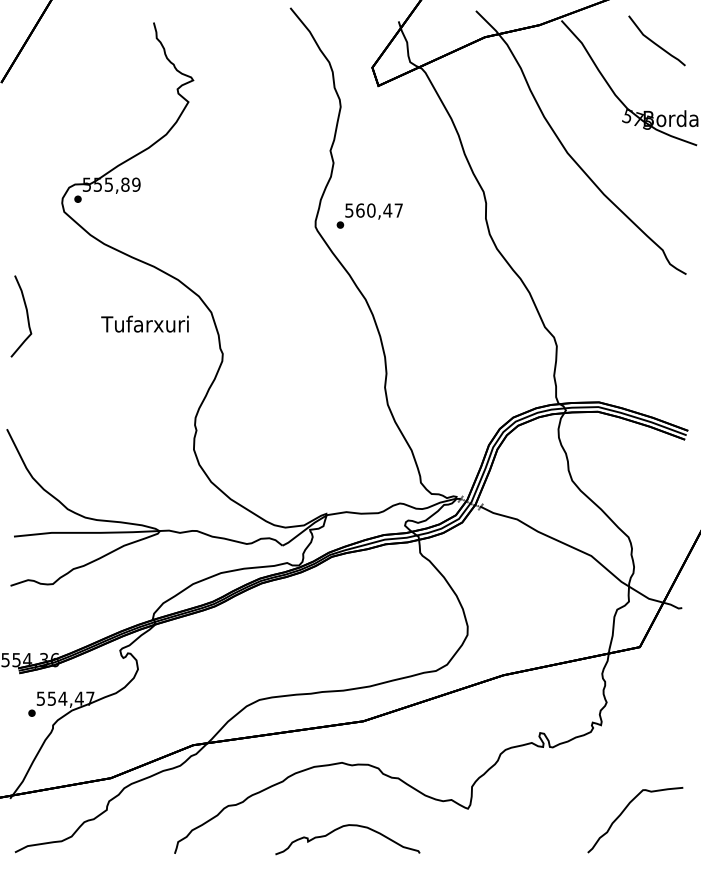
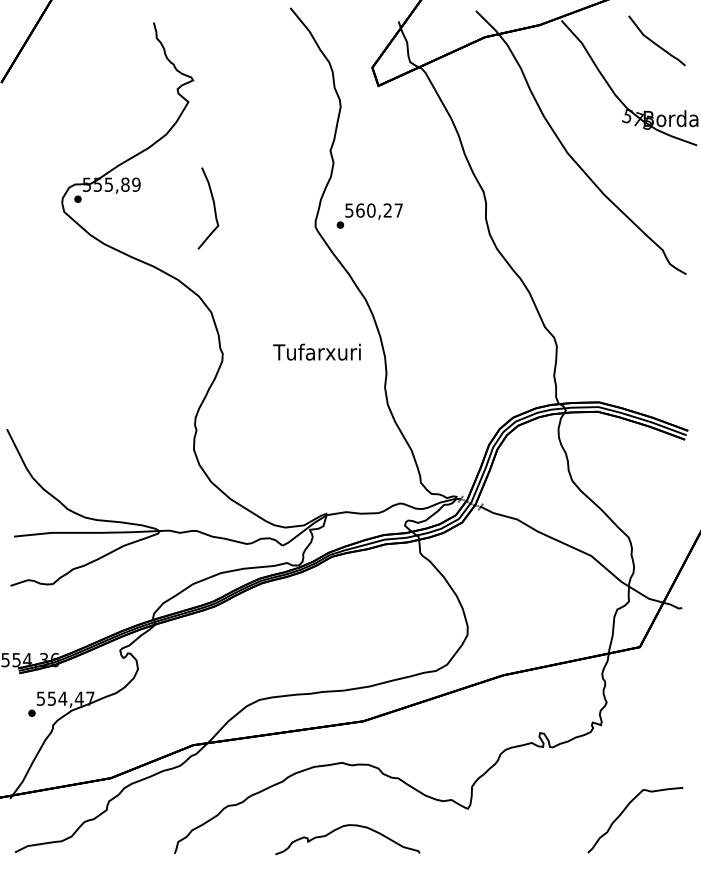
text at (387, 210): 560,47 -> 560,27
curve at (26, 315) position: (26, 315) -> (213, 207)
text at (144, 323) position: (144, 323) -> (316, 351)
